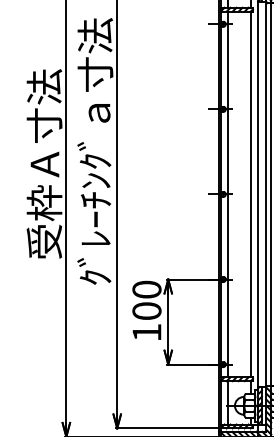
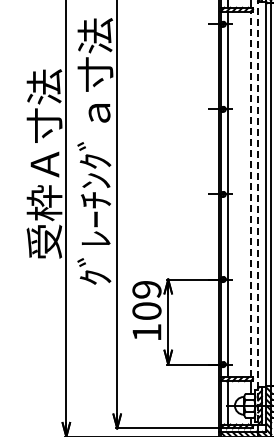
line at (251, 194): solid -> dashed
line at (258, 212): solid -> dashed
text at (146, 289): 100 -> 109
